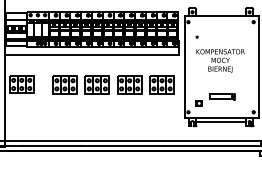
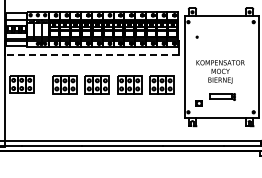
line at (91, 54): solid -> dashed
text at (220, 60) position: (220, 60) -> (220, 71)
line at (220, 122): present -> none
